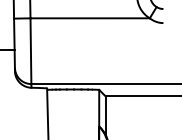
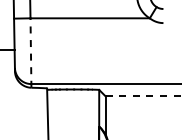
line at (30, 53): solid -> dashed
line at (143, 96): solid -> dashed
